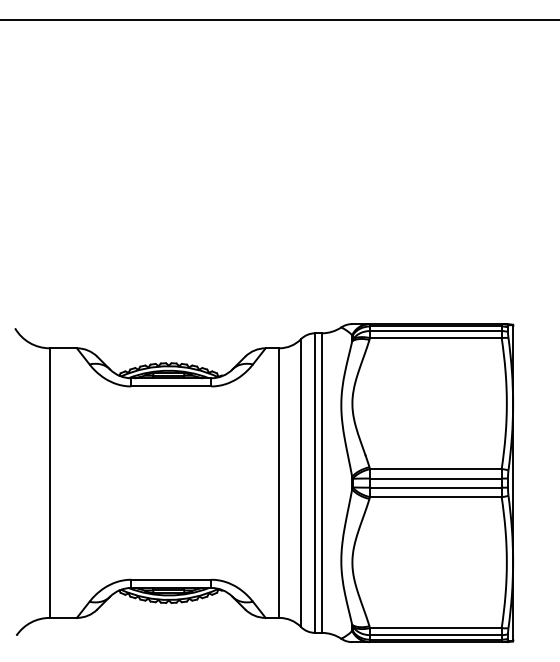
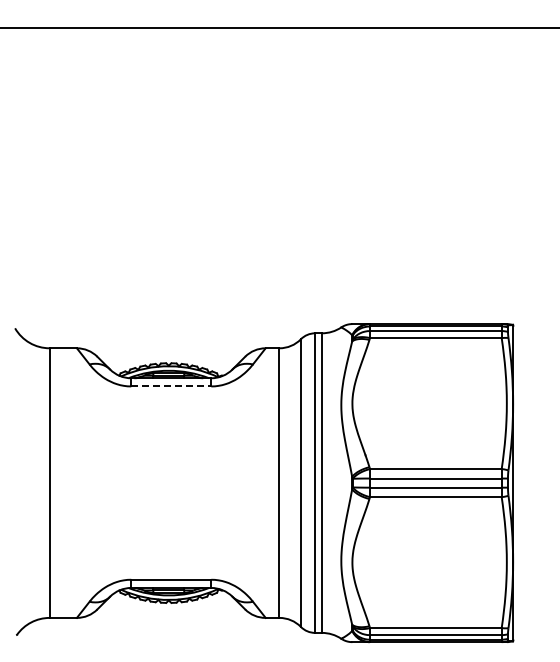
line at (279, 19) position: (279, 19) -> (279, 27)
line at (171, 386): solid -> dashed
